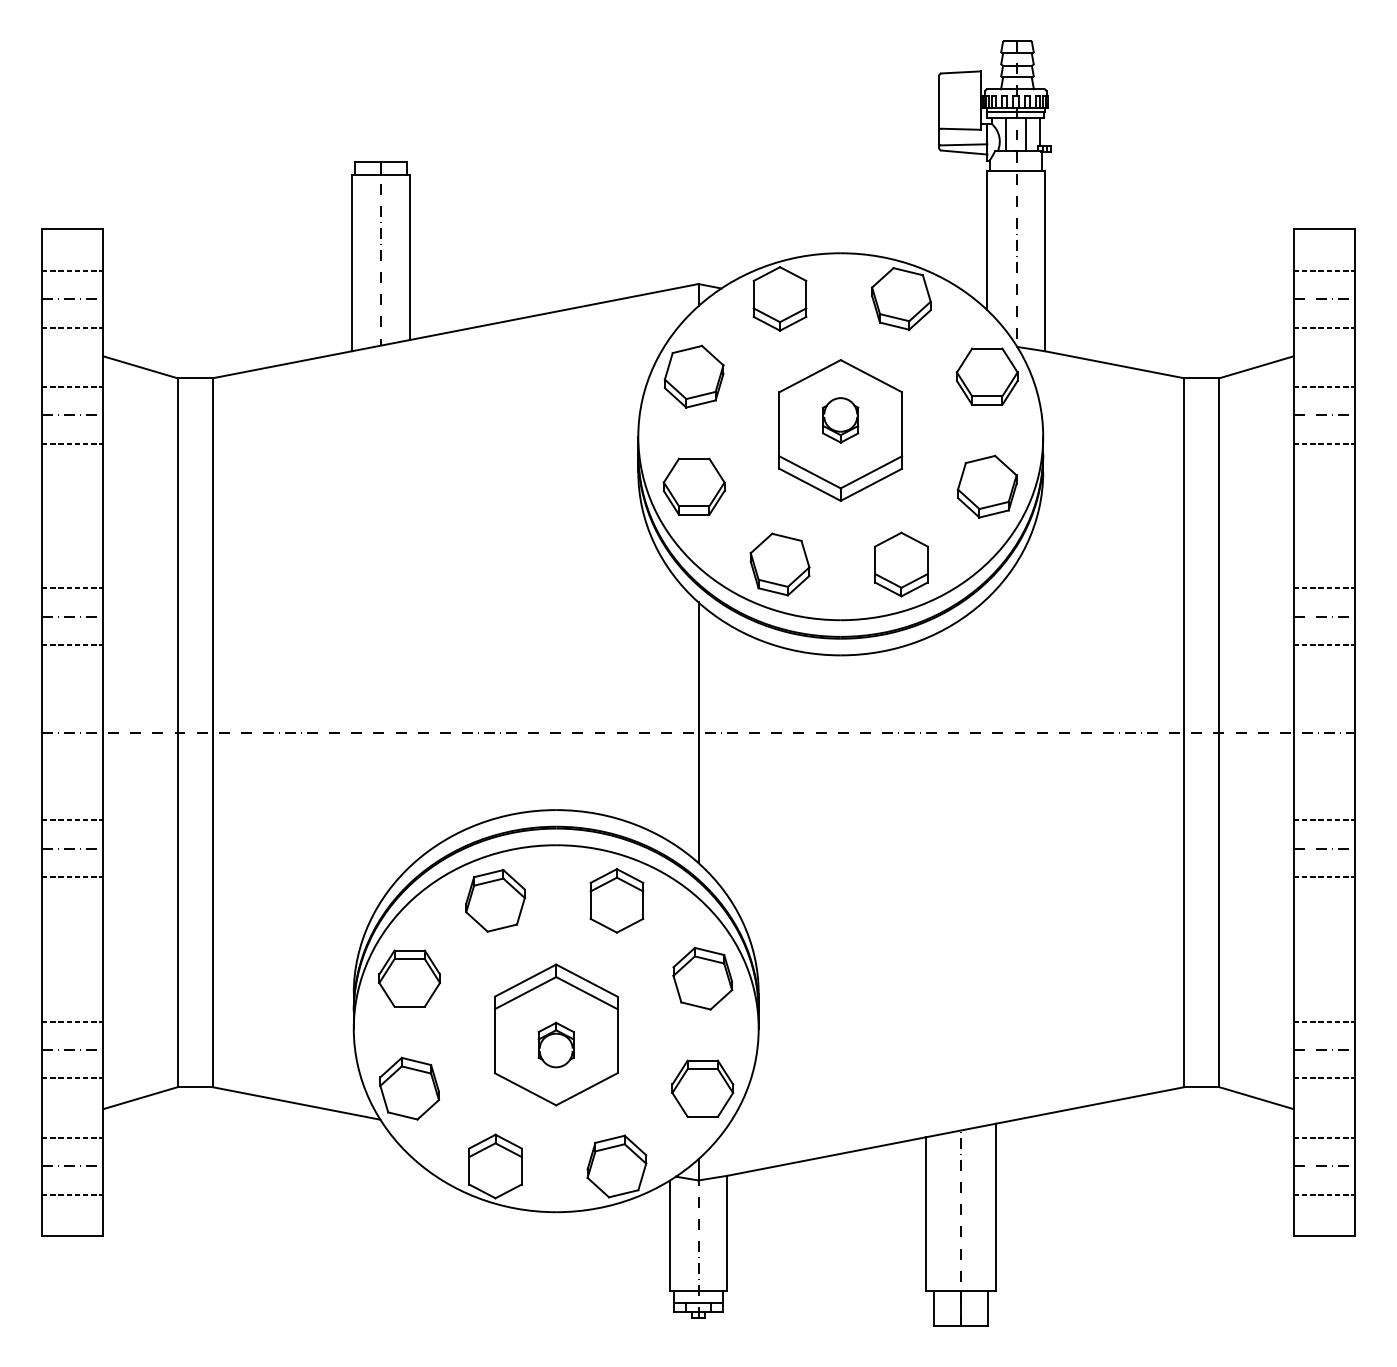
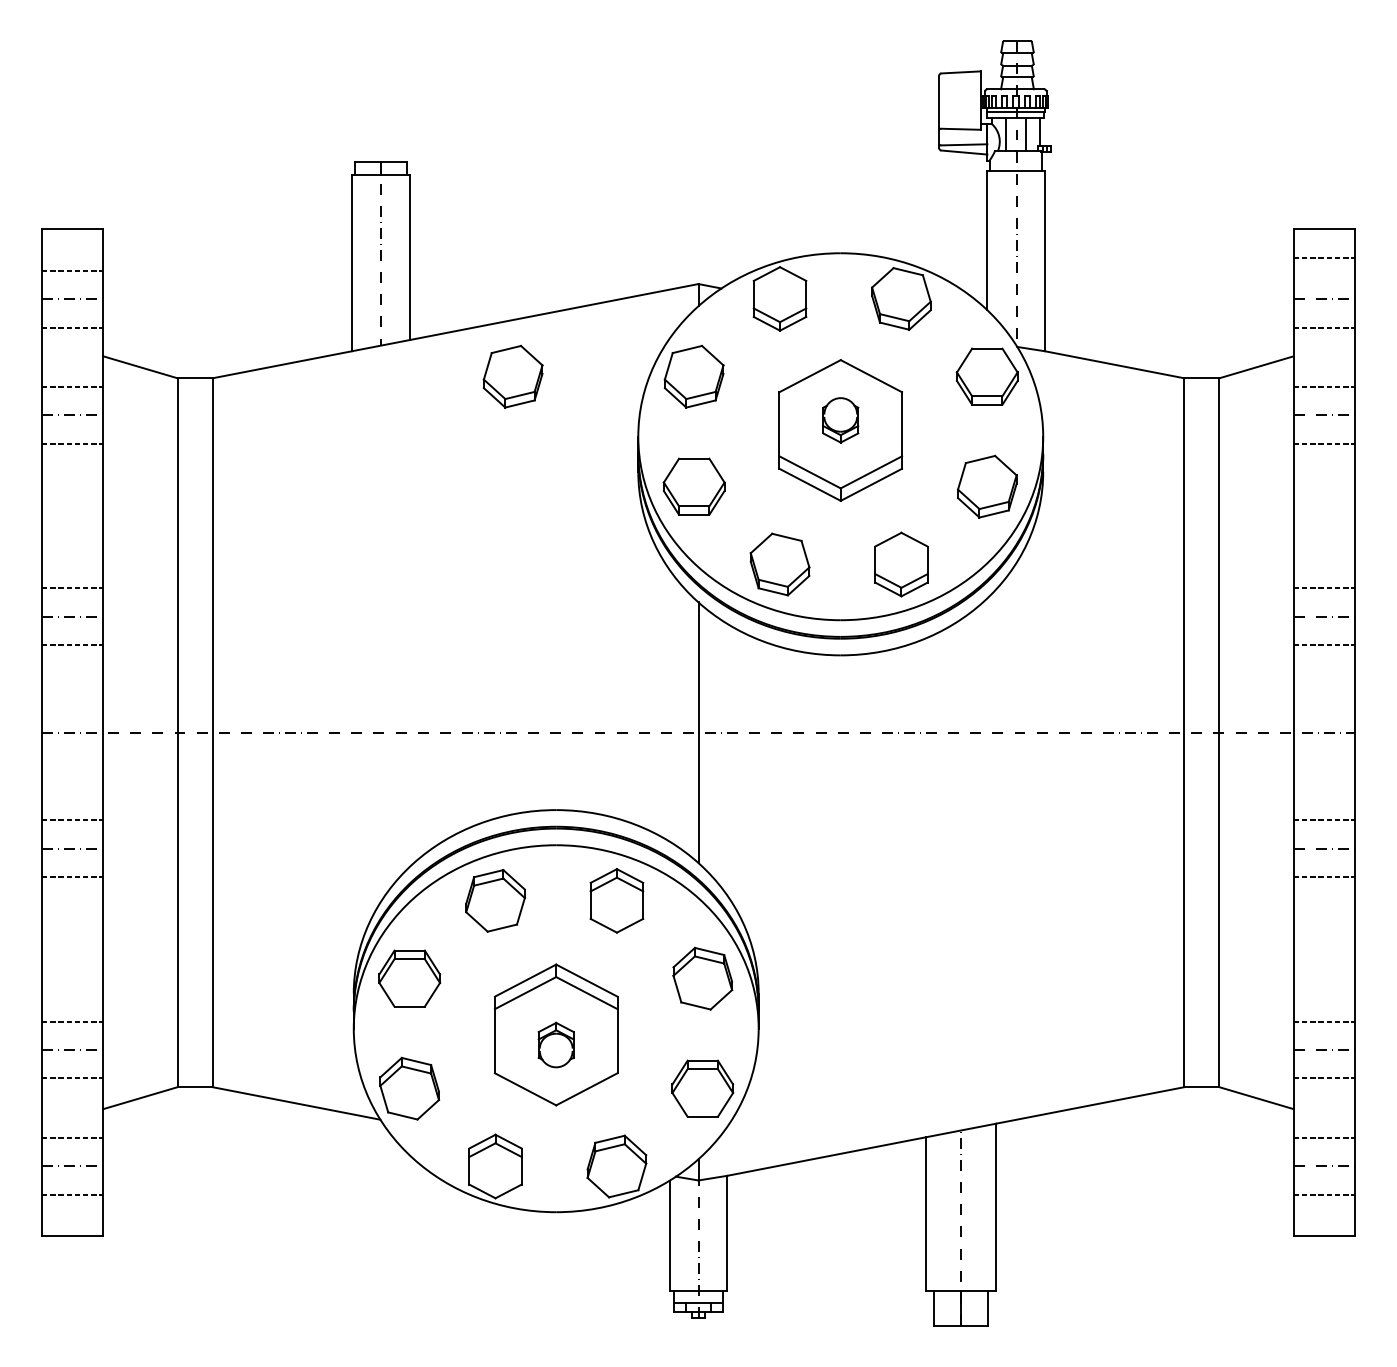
line at (1324, 270) position: (1324, 270) -> (1324, 257)
part at (512, 376): none -> present
